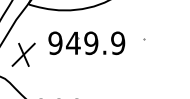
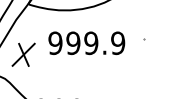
text at (73, 43): 949.9 -> 999.9
